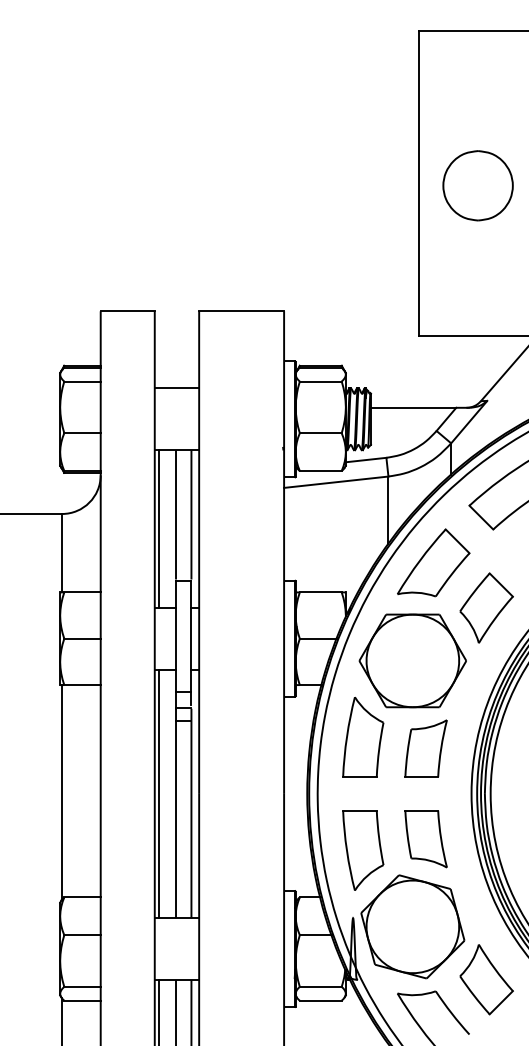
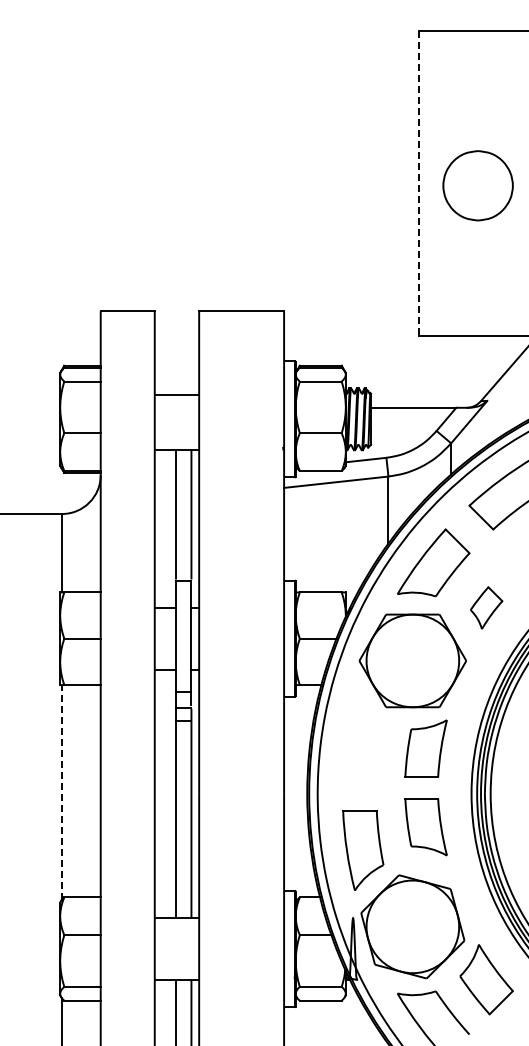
line at (419, 183): solid -> dashed
line at (176, 388) position: (176, 388) -> (176, 395)
line at (158, 528): present -> none
part at (486, 607) size: 55x72 px -> 34x44 px
part at (363, 736): present -> none
line at (62, 792): solid -> dashed
line at (158, 793): present -> none
part at (425, 839) position: (425, 839) -> (425, 827)
line at (158, 1010): present -> none
